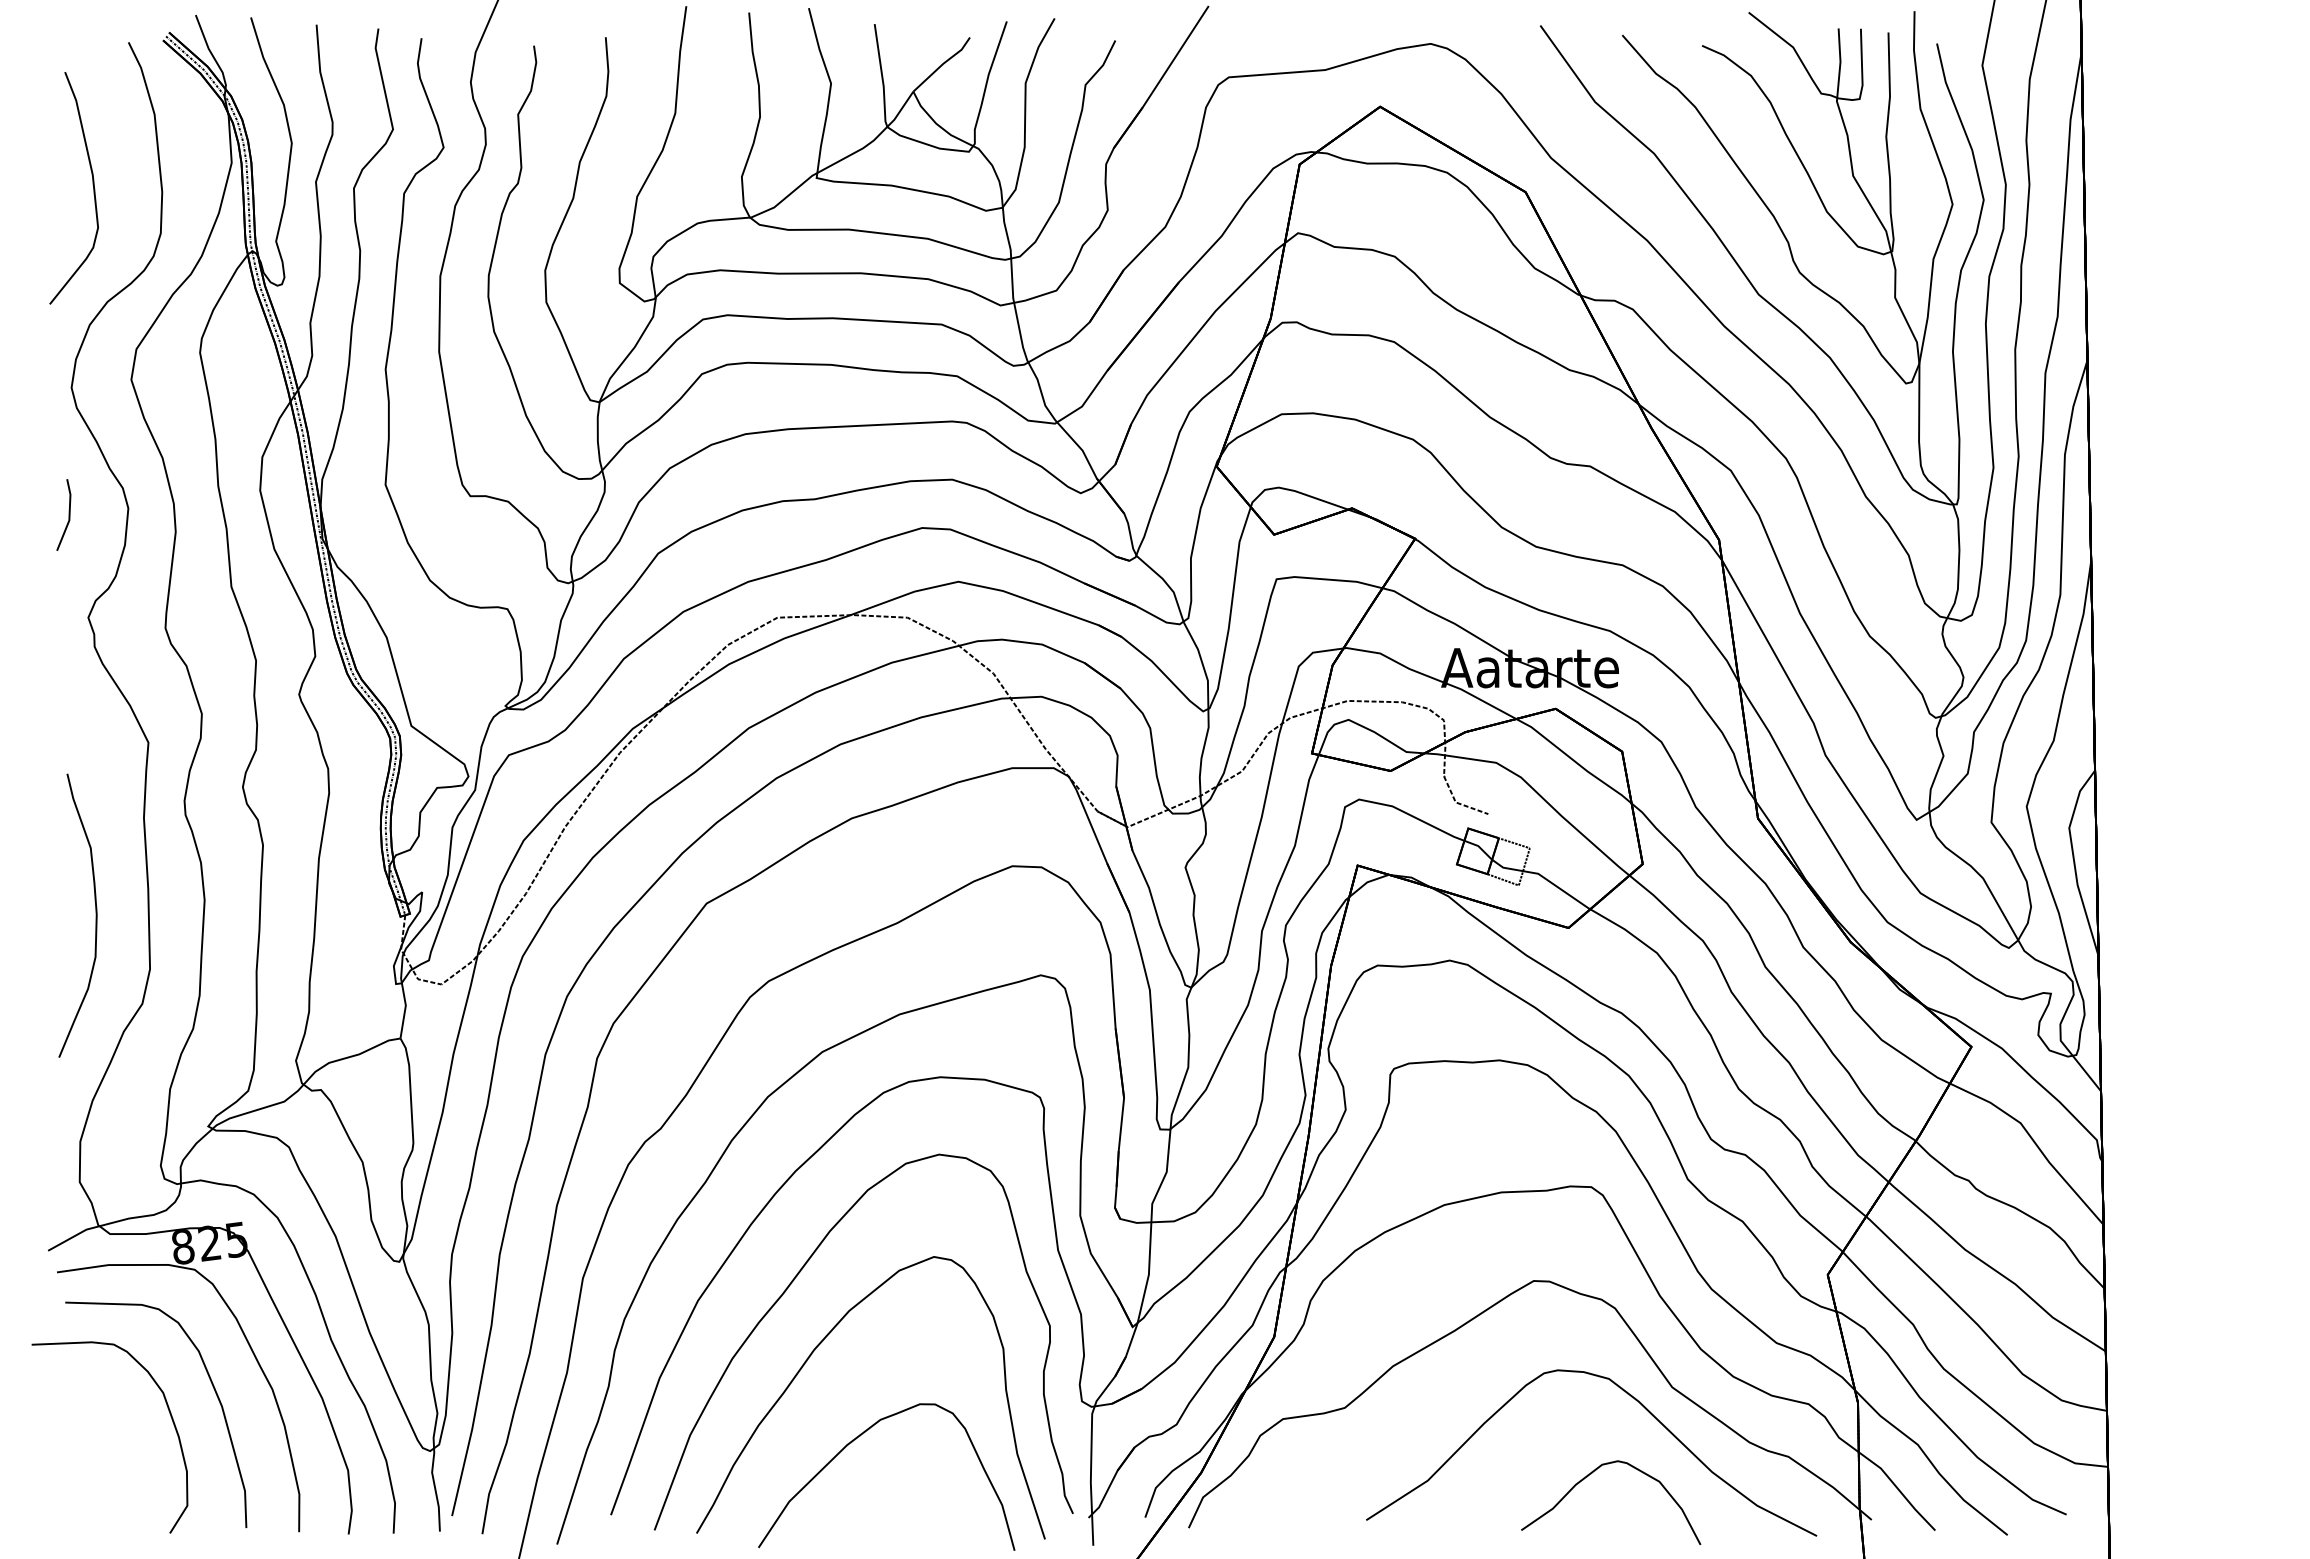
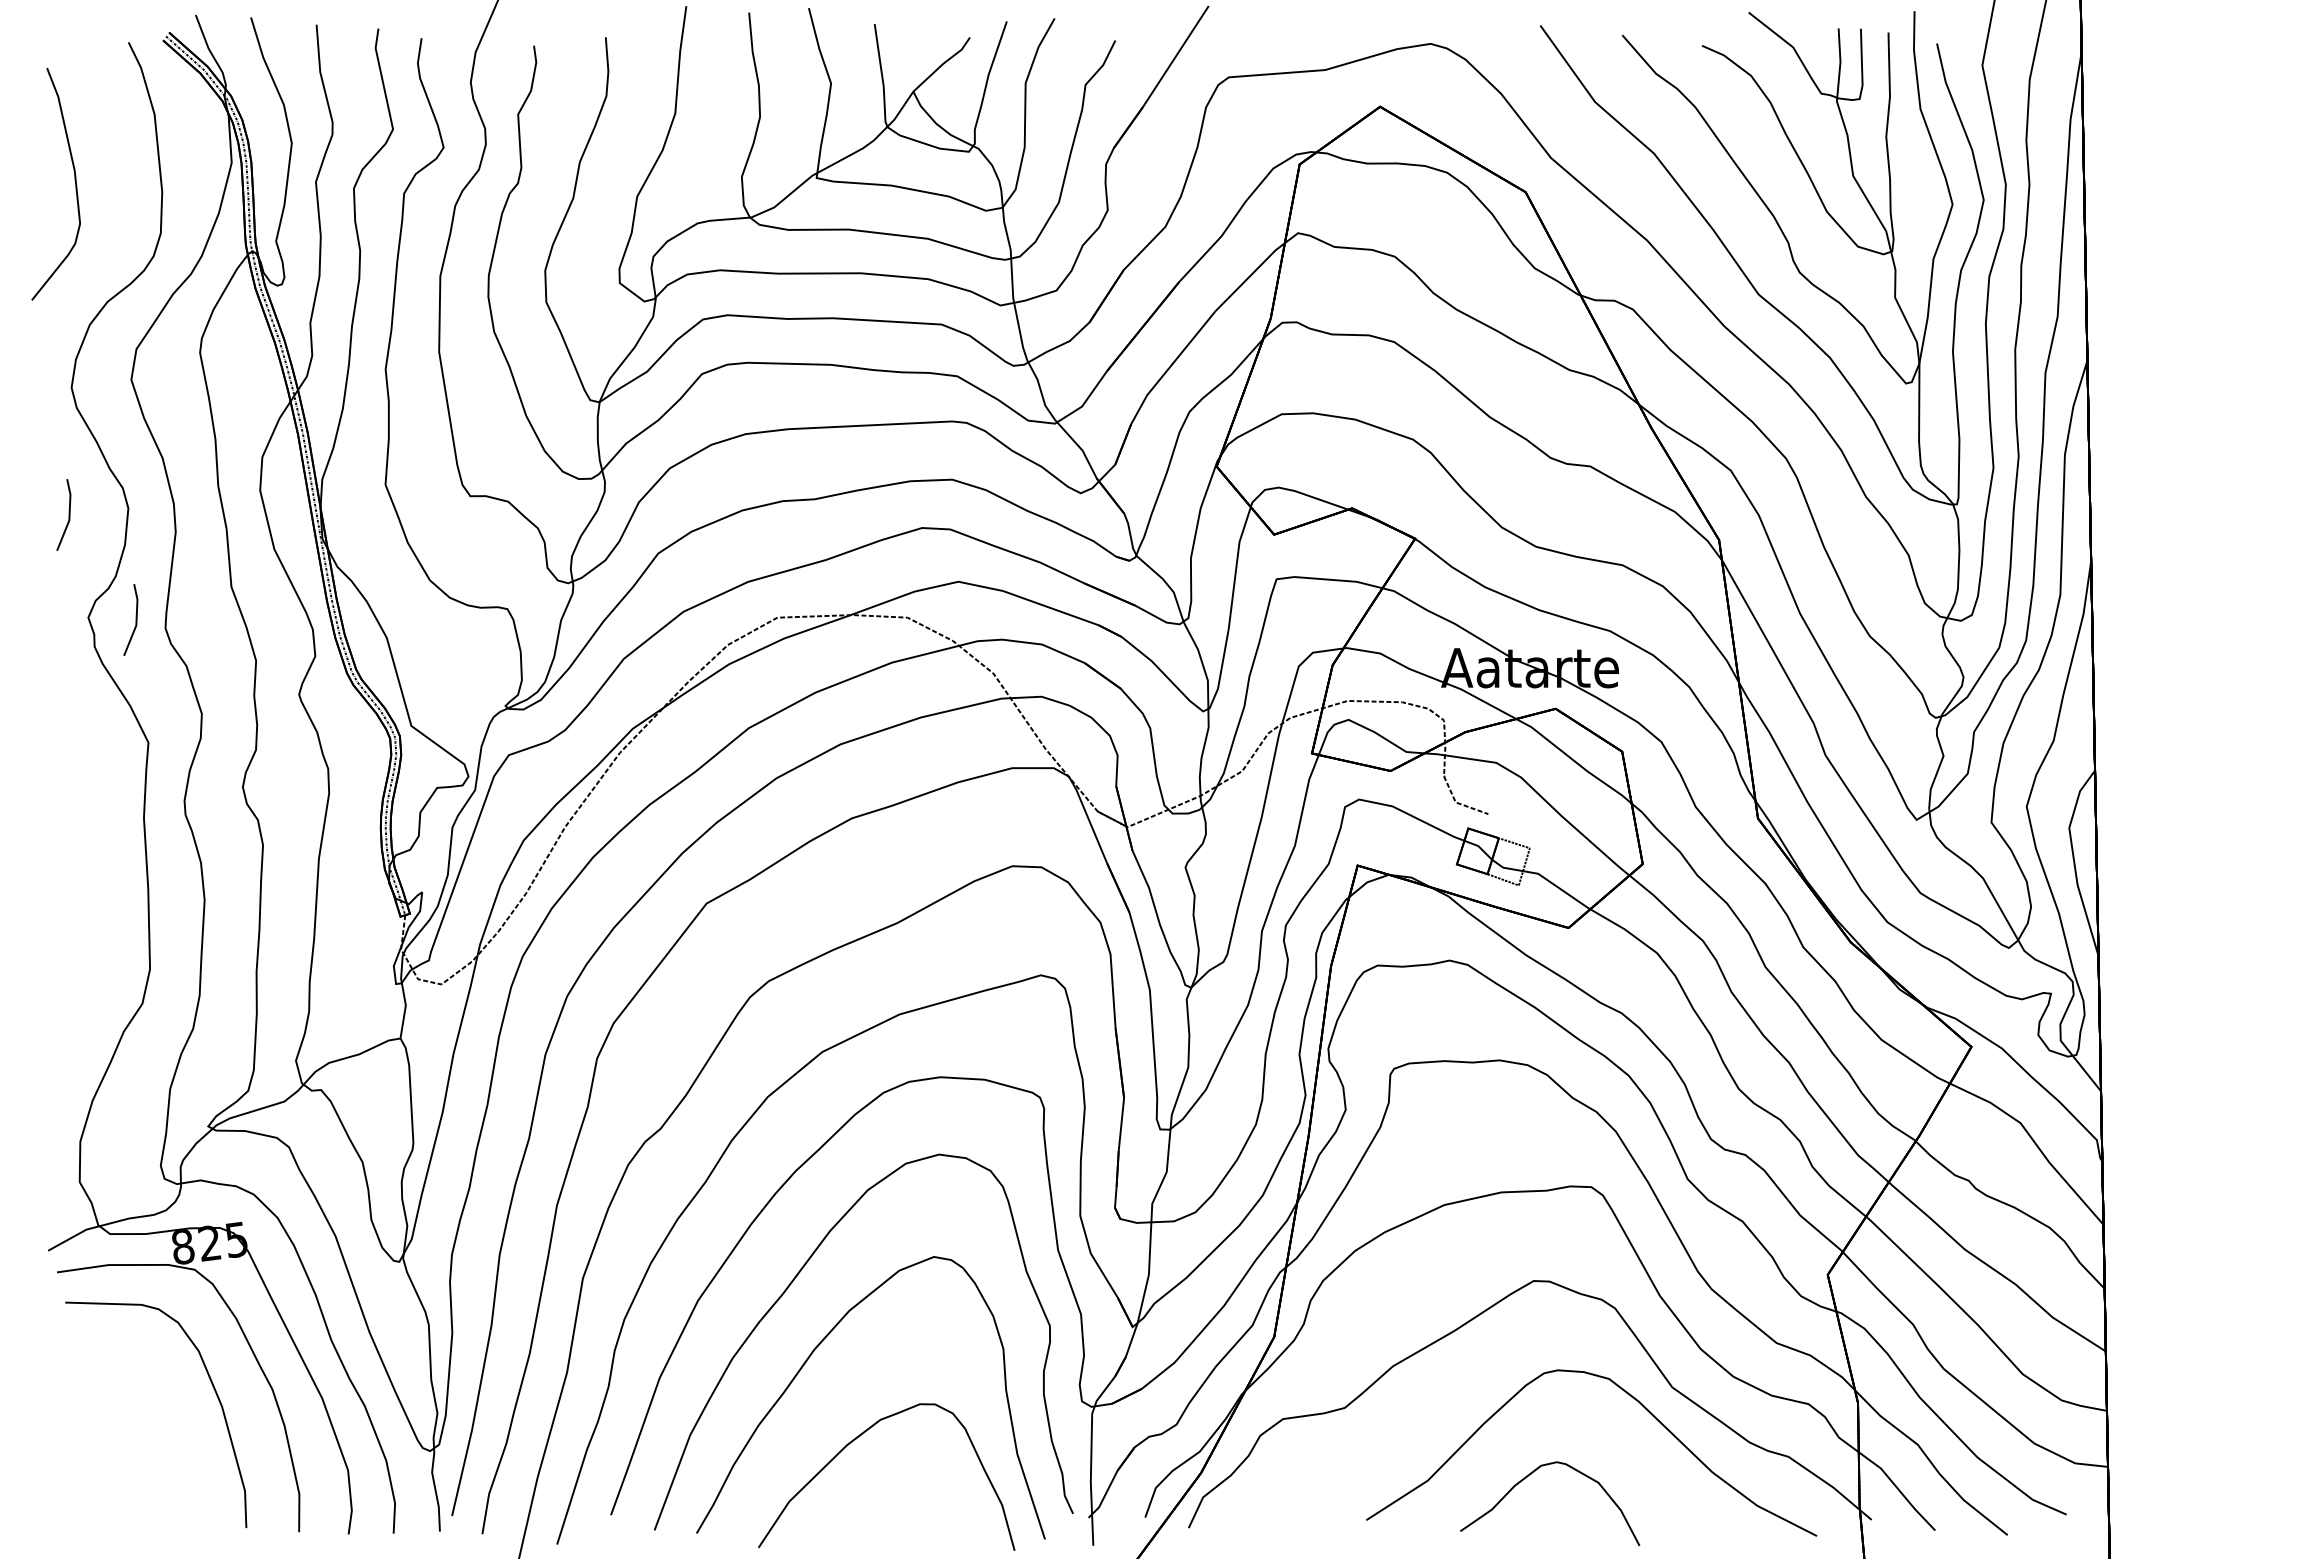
curve at (92, 184) position: (92, 184) -> (74, 180)
line at (135, 619): none -> present
curve at (95, 915): present -> none
curve at (169, 1414): present -> none
part at (1591, 1474) position: (1591, 1474) -> (1530, 1475)
